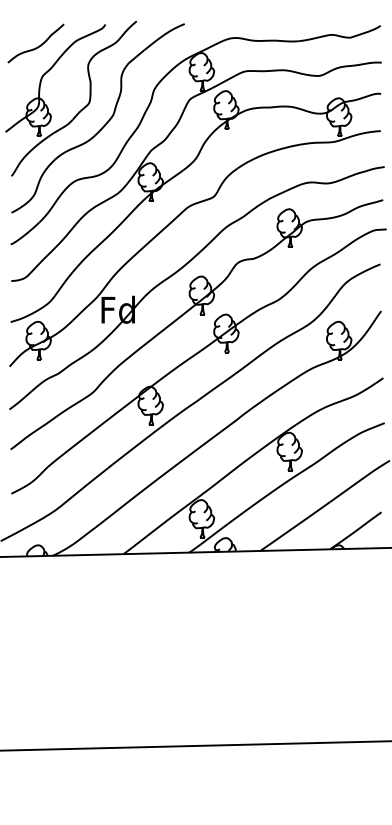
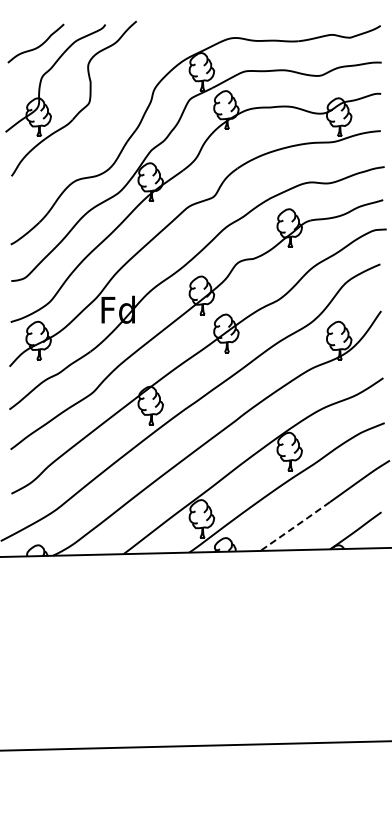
part at (104, 124): present -> none
line at (295, 526): solid -> dashed
